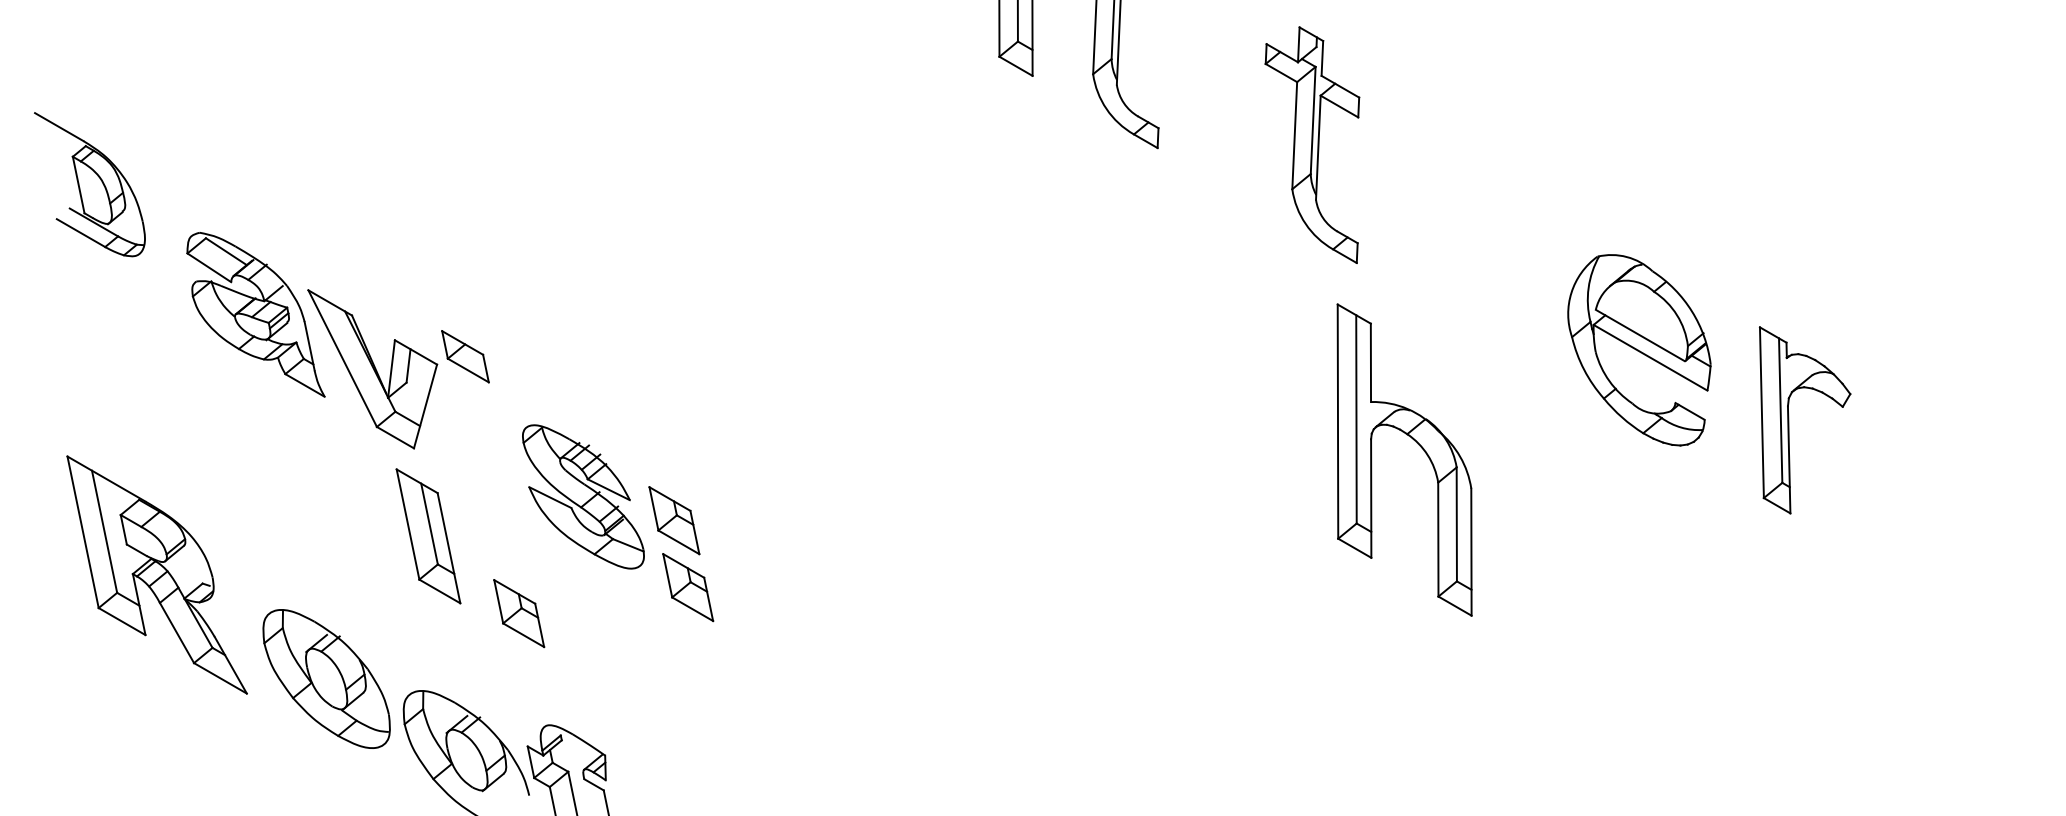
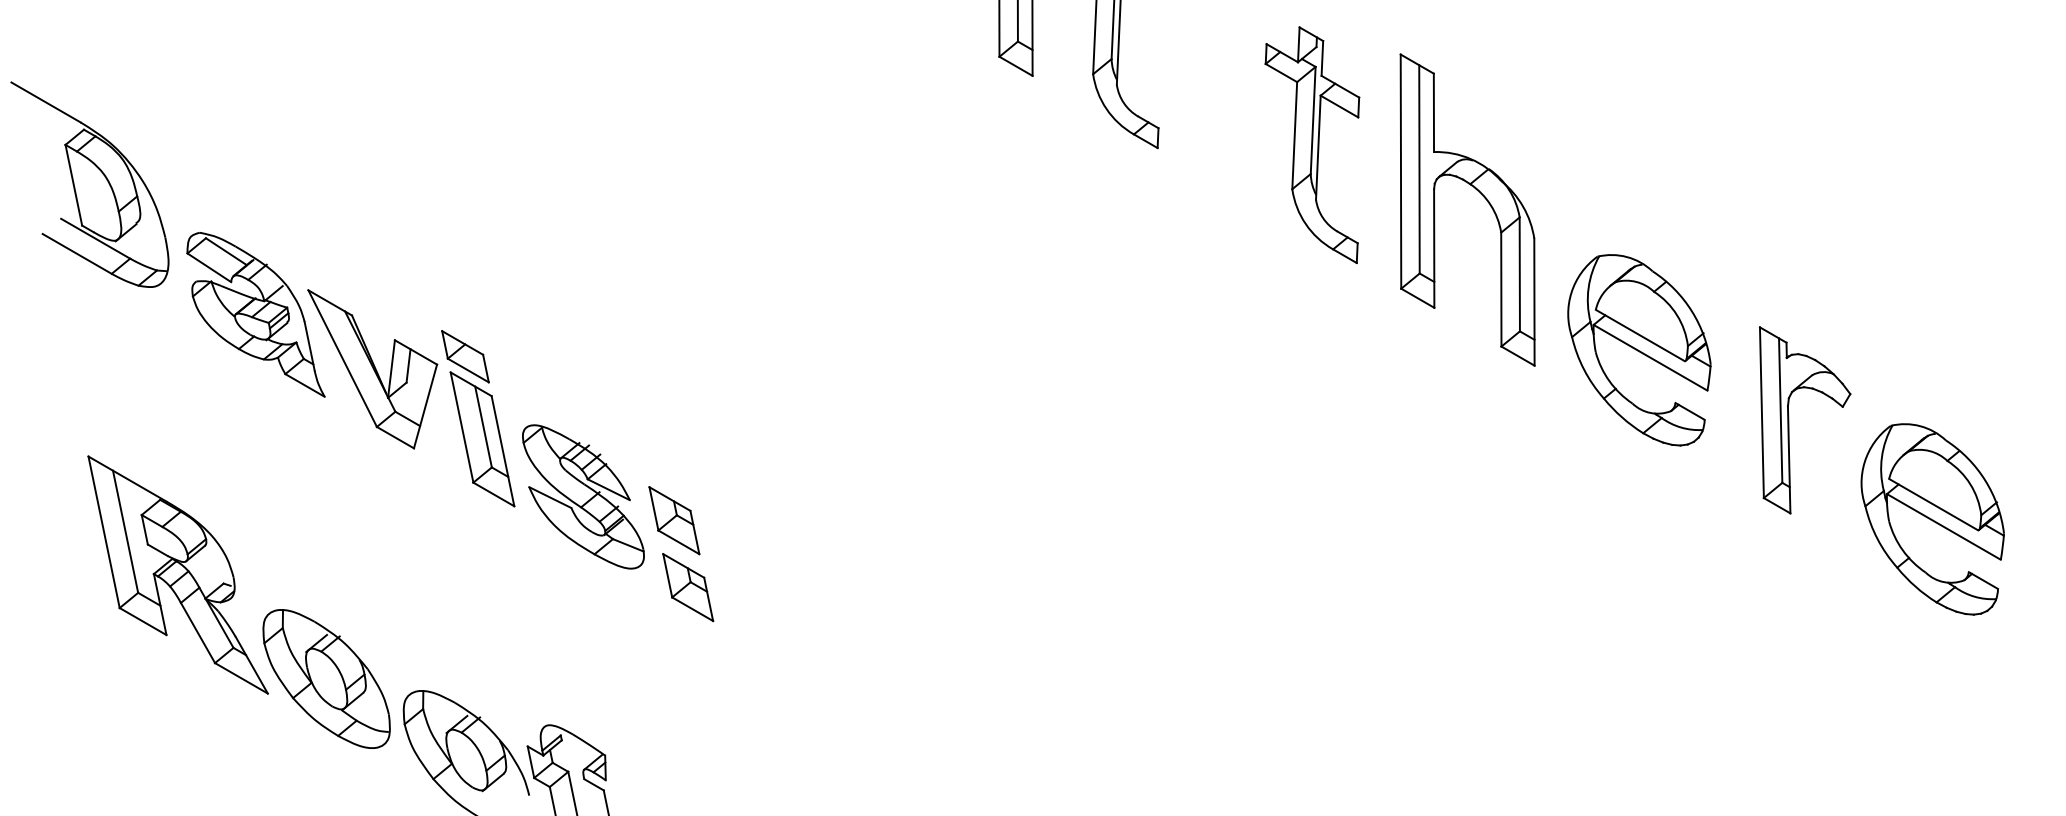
part at (89, 184) size: 112x146 px -> 160x207 px
part at (1419, 446) position: (1419, 446) -> (1482, 196)
part at (1932, 519): none -> present
part at (428, 536) position: (428, 536) -> (482, 439)
part at (156, 574) position: (156, 574) -> (177, 574)
part at (519, 613): present -> none
